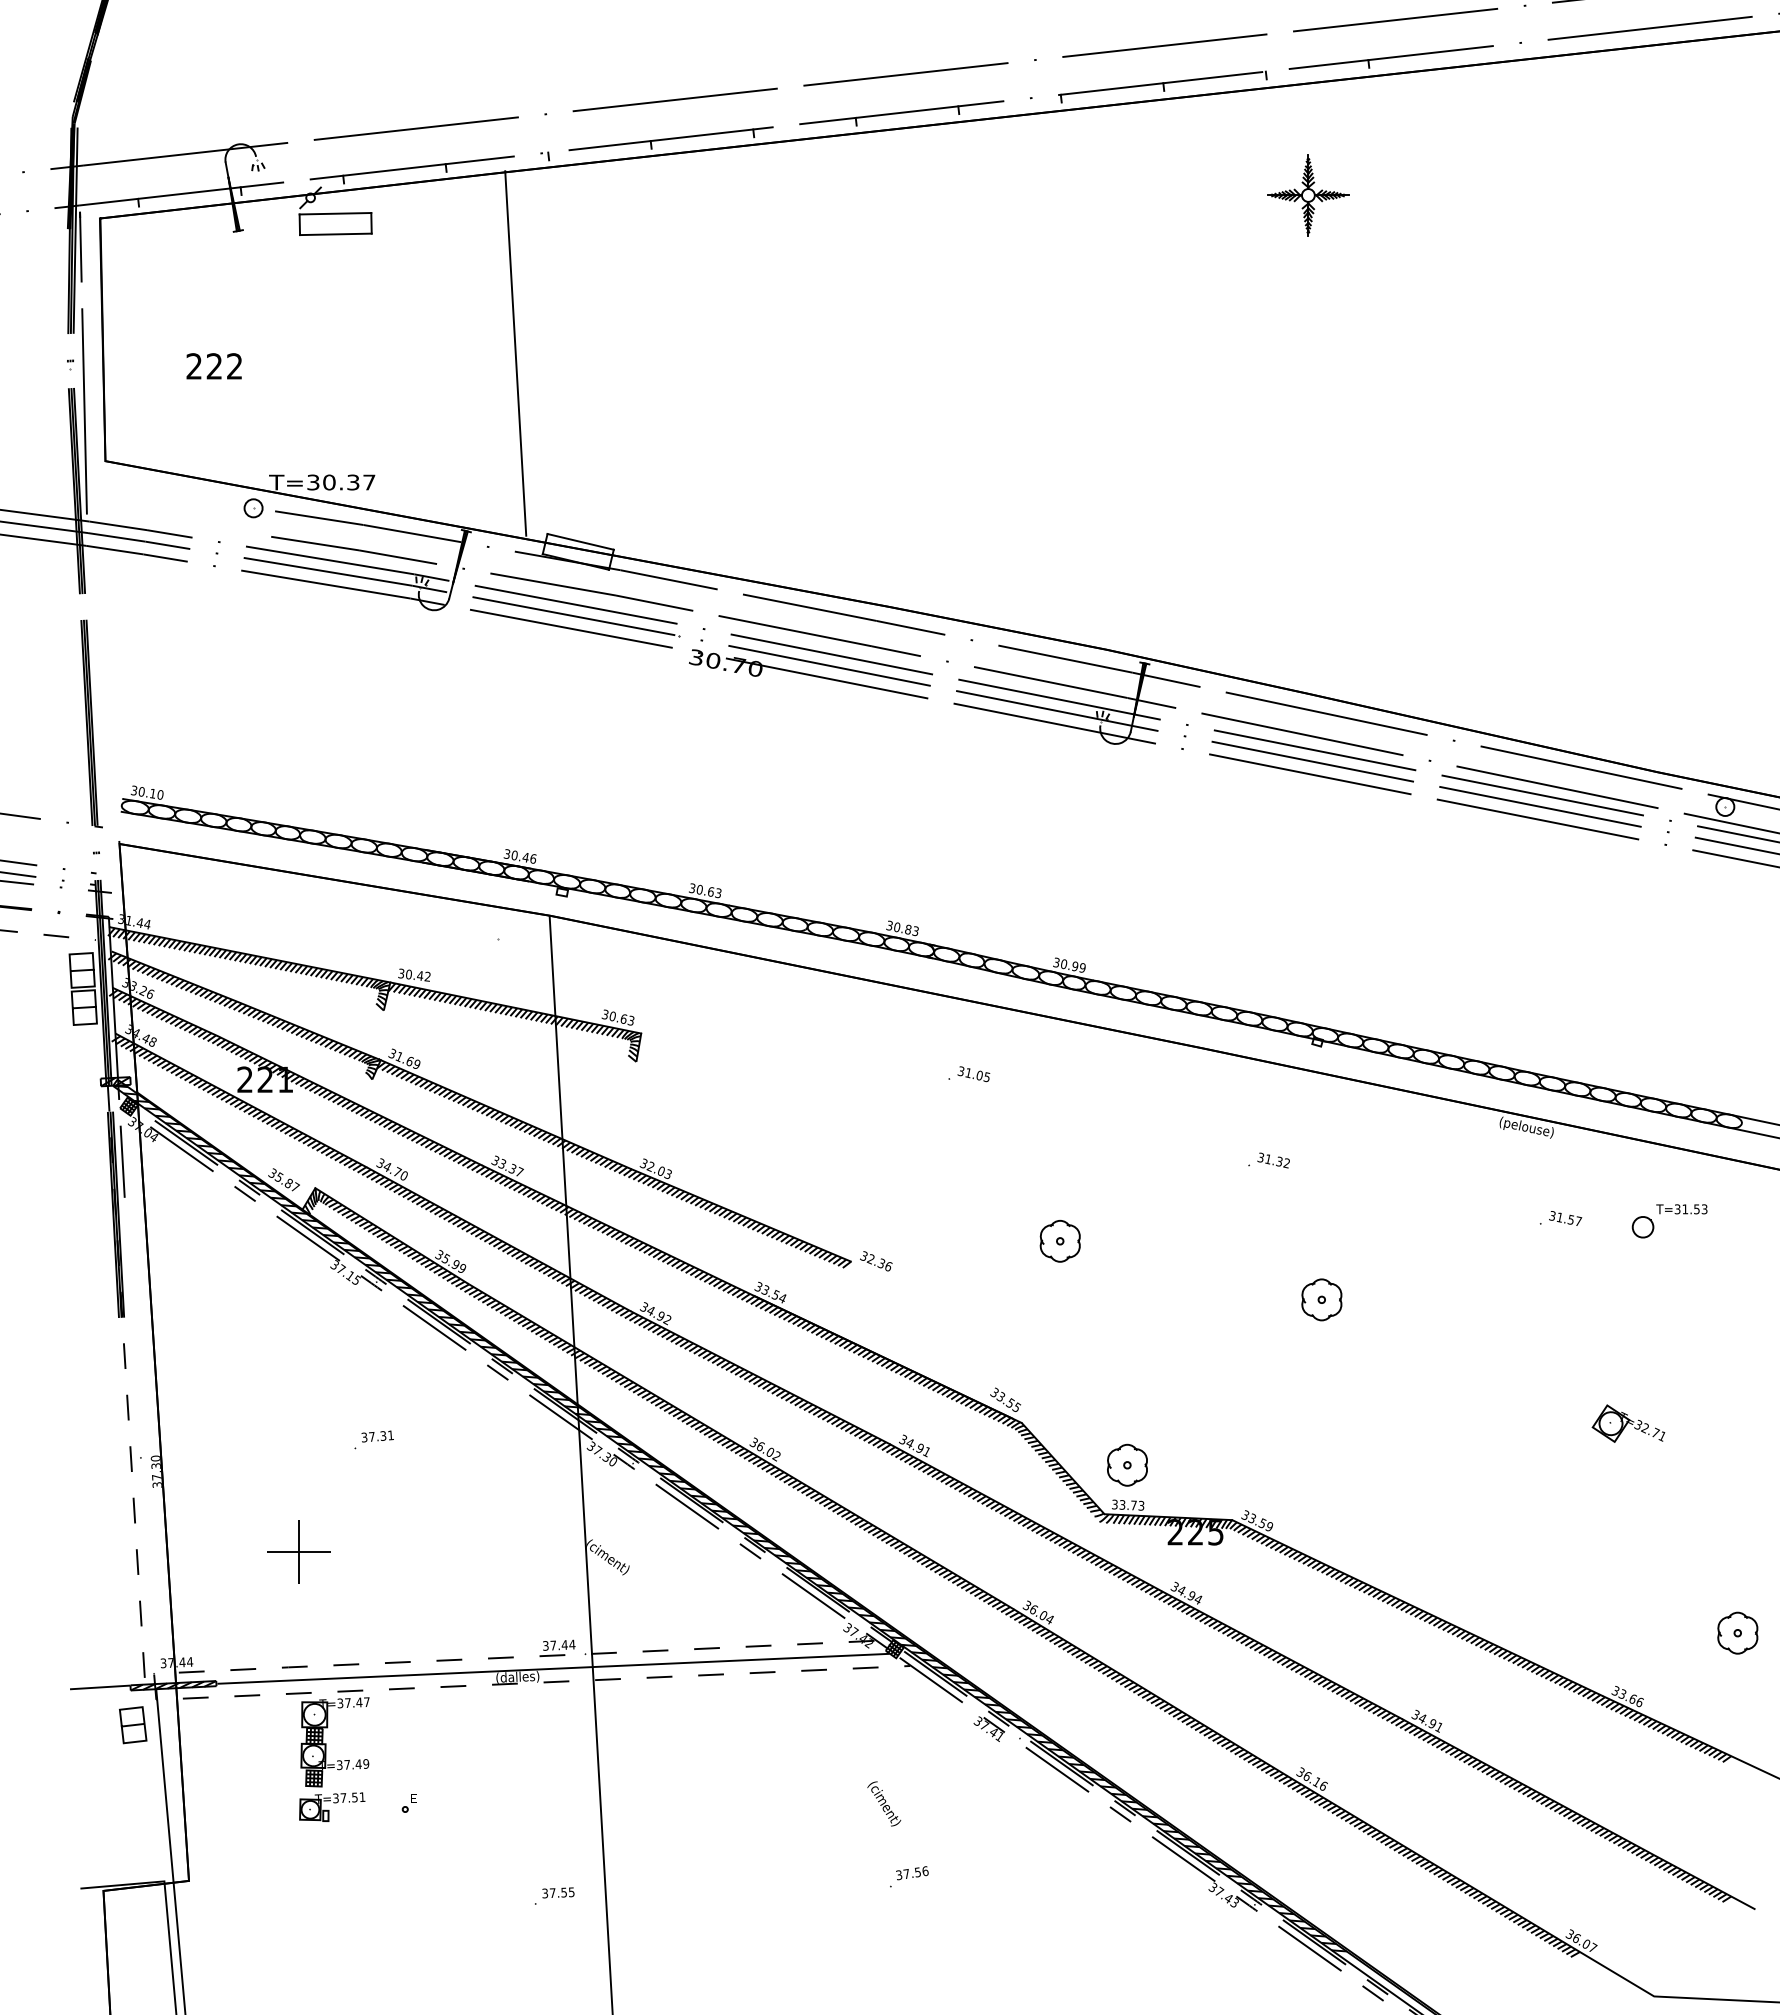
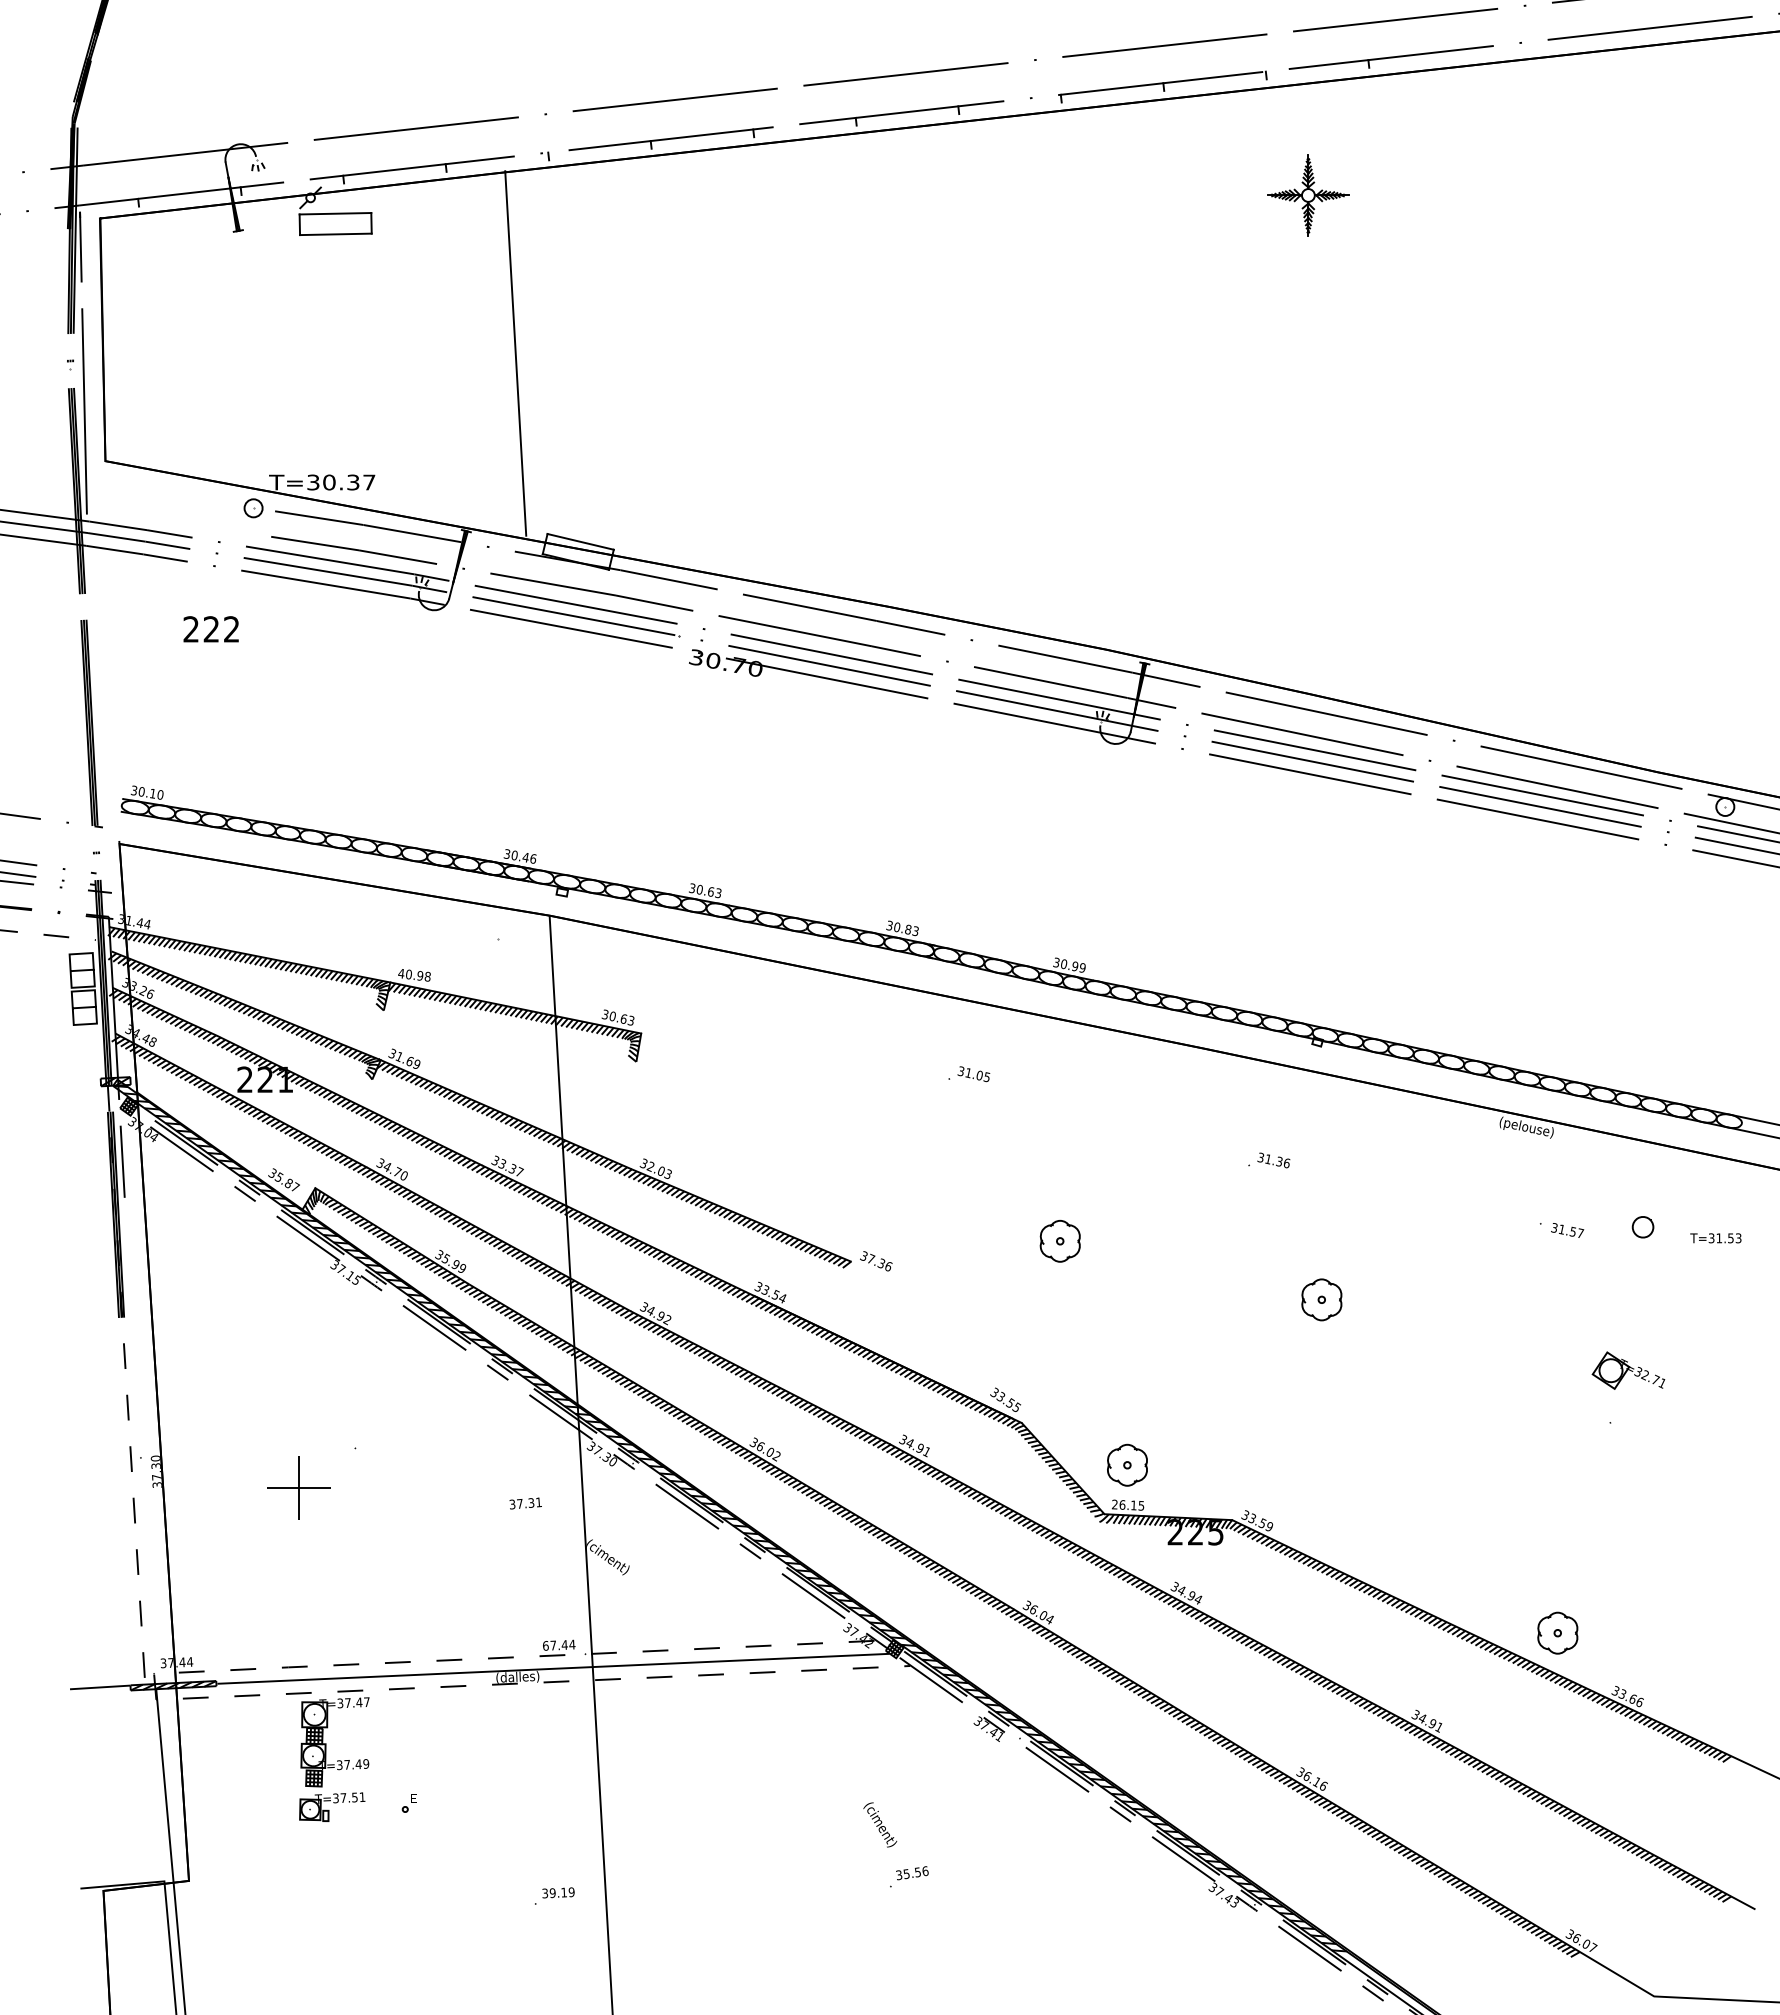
text at (213, 366) position: (213, 366) -> (210, 629)
text at (414, 974): 30.42 -> 40.98
text at (1286, 1163): 31.32 -> 31.36
text at (1681, 1209) position: (1681, 1209) -> (1715, 1238)
text at (1565, 1218) position: (1565, 1218) -> (1567, 1230)
text at (870, 1258): 32.36 -> 37.36
part at (1628, 1423) position: (1628, 1423) -> (1628, 1370)
text at (377, 1436) position: (377, 1436) -> (525, 1503)
text at (1128, 1505): 33.73 -> 26.15
part at (298, 1551) position: (298, 1551) -> (298, 1487)
part at (1737, 1632) position: (1737, 1632) -> (1557, 1632)
text at (545, 1645): 37.44 -> 67.44
part at (133, 1725): present -> none
text at (884, 1803) position: (884, 1803) -> (880, 1824)
text at (906, 1874): 37.56 -> 35.56
text at (561, 1892): 37.55 -> 39.19
